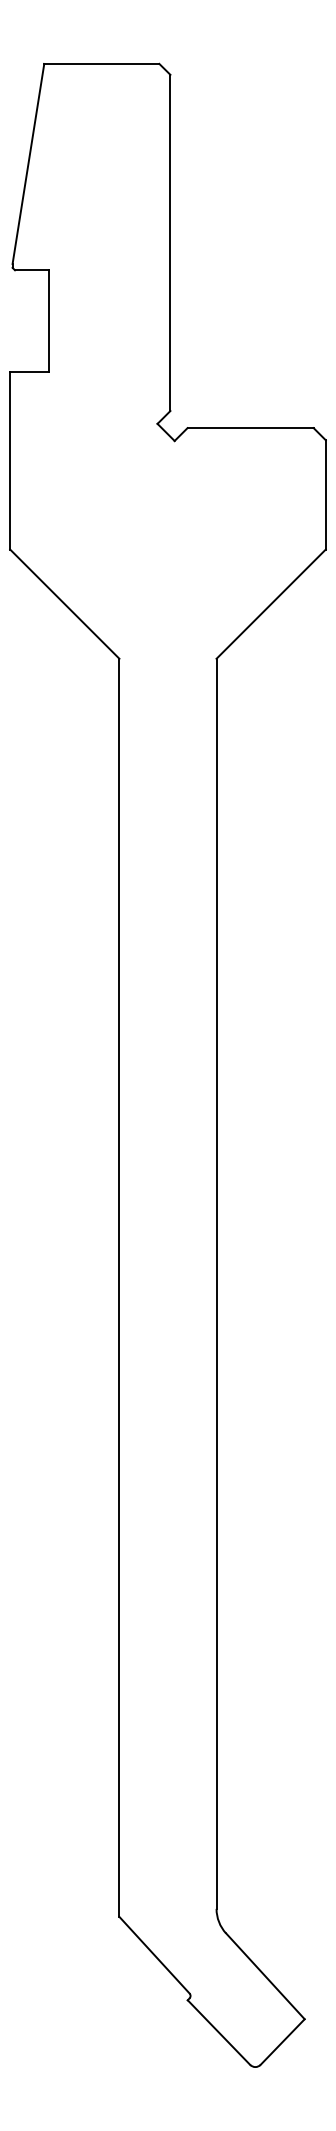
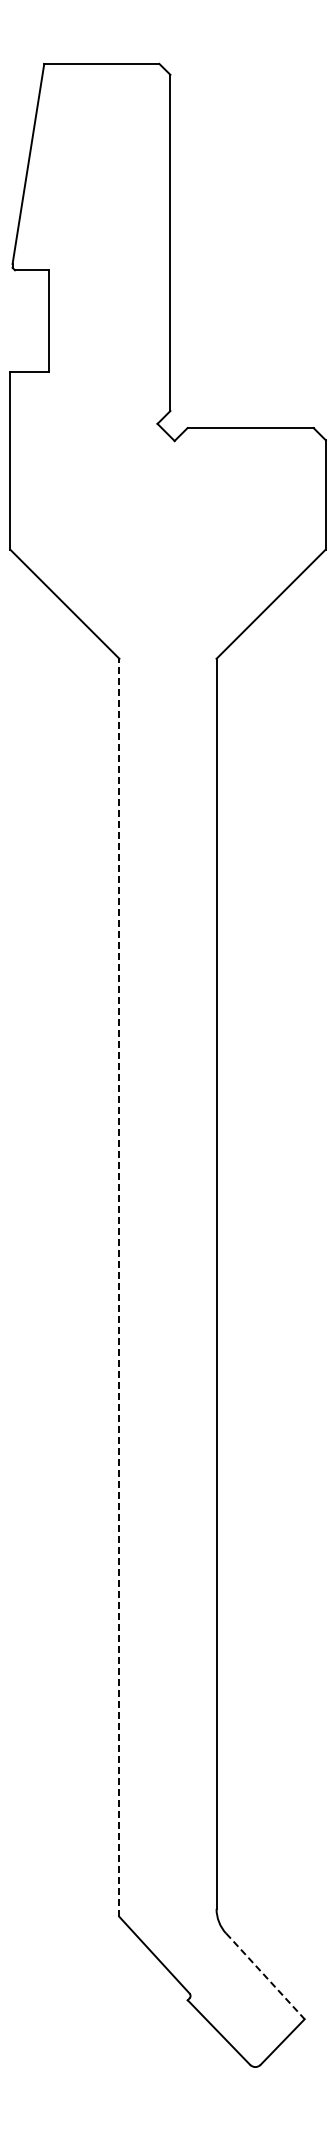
line at (119, 1287): solid -> dashed
line at (265, 1976): solid -> dashed
